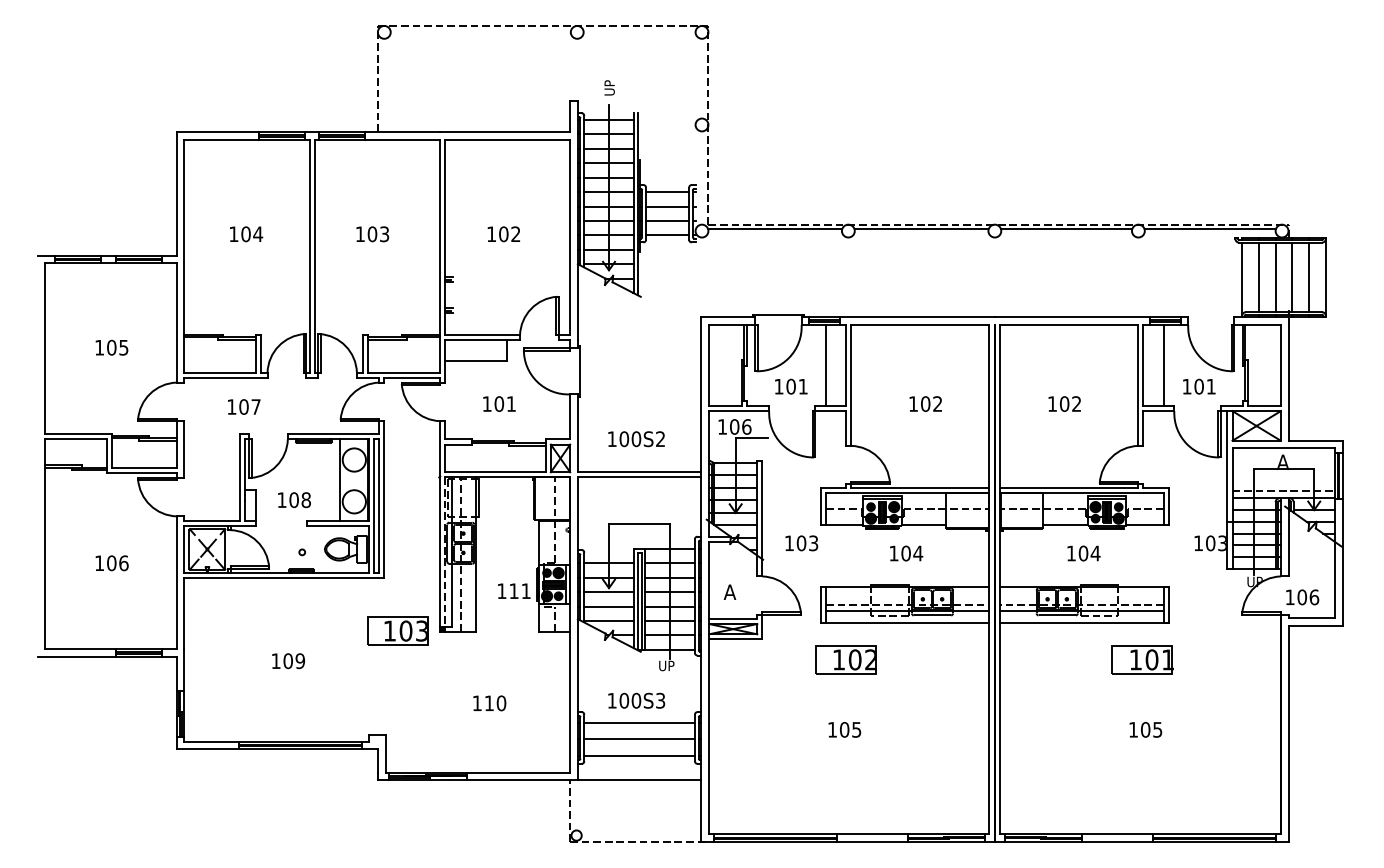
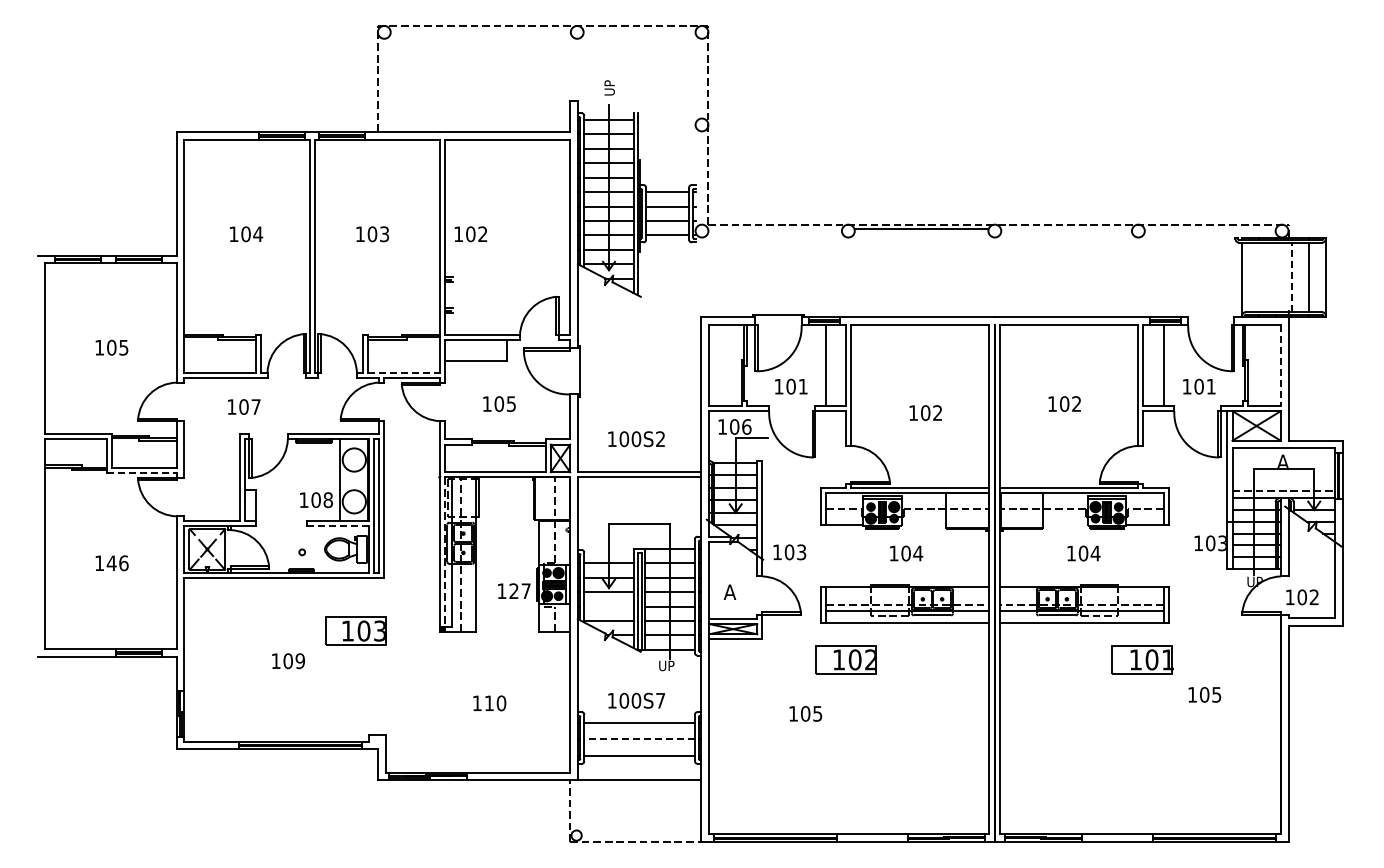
line at (774, 229): present -> none
line at (1066, 229): present -> none
line at (1209, 229): present -> none
text at (503, 234) position: (503, 234) -> (470, 234)
line at (1258, 277): present -> none
line at (1275, 277): present -> none
line at (1292, 277): solid -> dashed
line at (1280, 365): solid -> dashed
line at (404, 372): solid -> dashed
text at (510, 403): 101 -> 105
text at (925, 403) position: (925, 403) -> (925, 412)
line at (141, 472): solid -> dashed
text at (294, 500) position: (294, 500) -> (316, 500)
line at (923, 524): present -> none
line at (1065, 524): present -> none
line at (338, 526): solid -> dashed
text at (801, 543) position: (801, 543) -> (789, 552)
text at (111, 563): 106 -> 146
text at (519, 590): 111 -> 127
text at (1314, 597): 106 -> 102
line at (608, 606): present -> none
part at (397, 630) position: (397, 630) -> (355, 630)
text at (660, 700): 100S3 -> 100S7
text at (844, 729) position: (844, 729) -> (805, 713)
text at (1145, 729) position: (1145, 729) -> (1204, 694)
line at (639, 739): solid -> dashed
